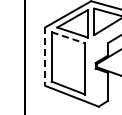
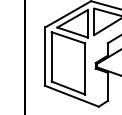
line at (68, 37): dashed -> solid
line at (45, 57): dashed -> solid
